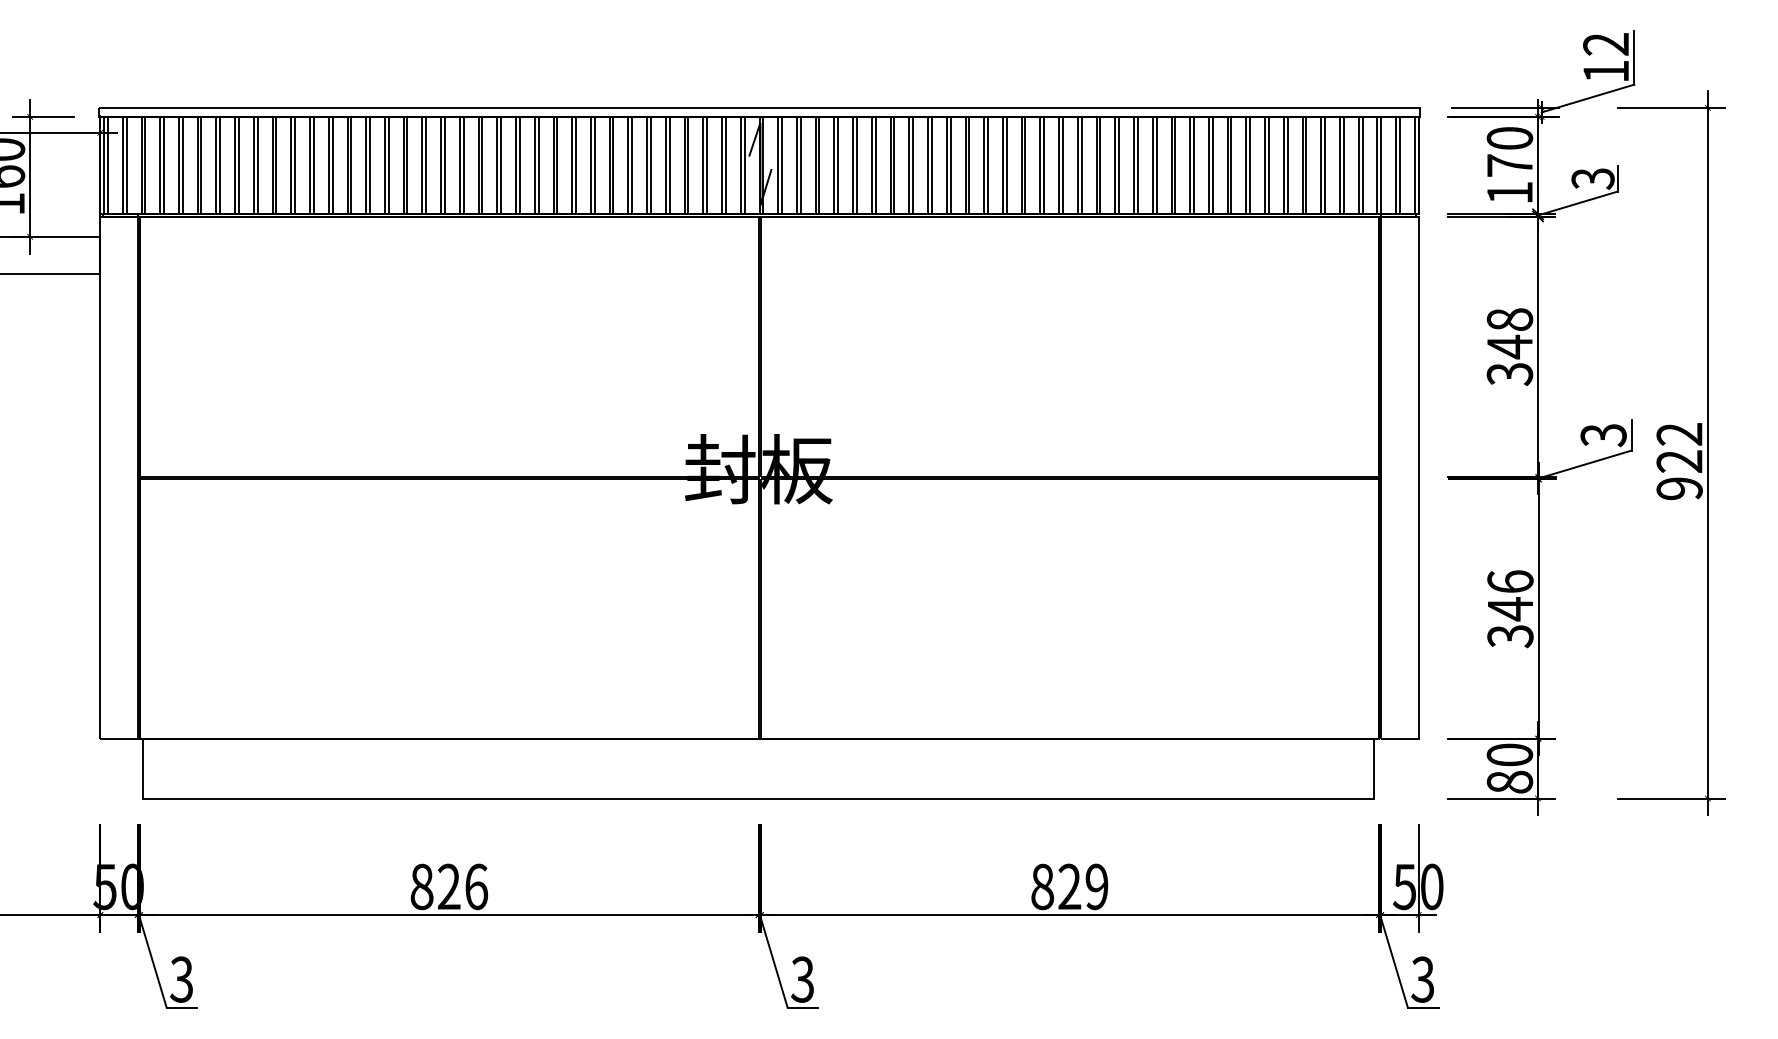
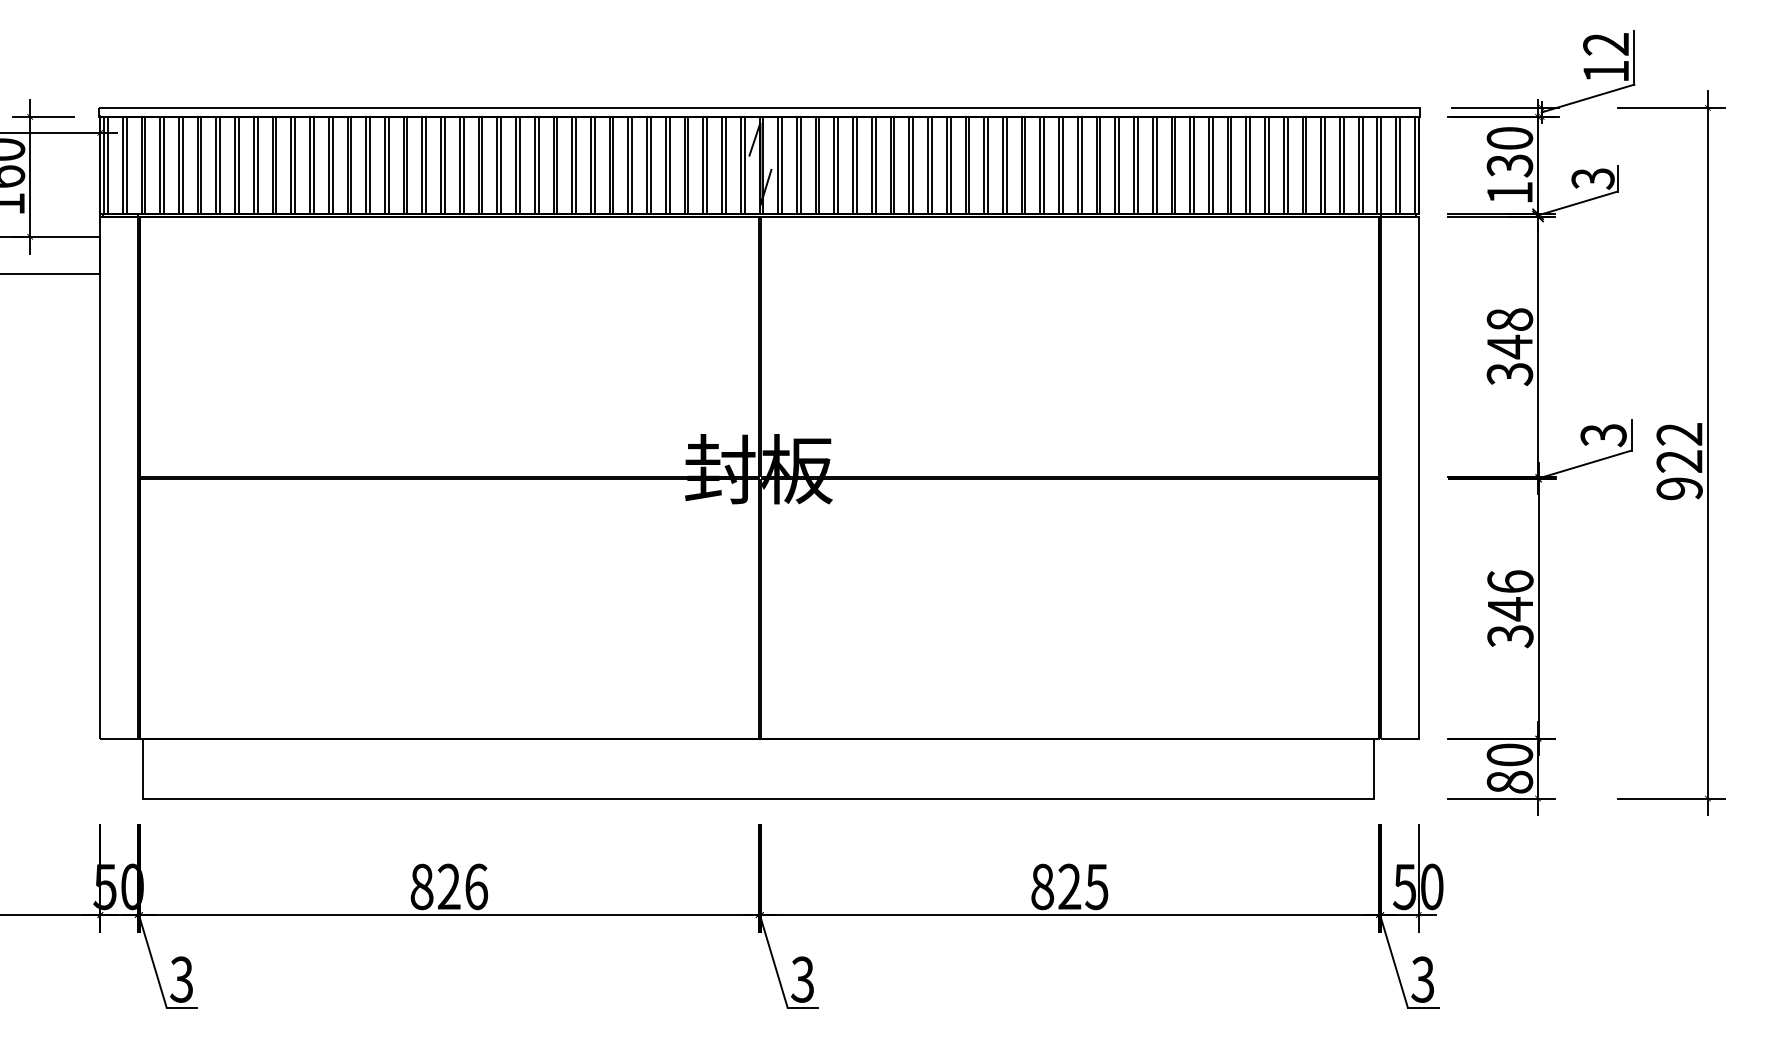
text at (1509, 165): 170 -> 130
text at (1096, 886): 829 -> 825
